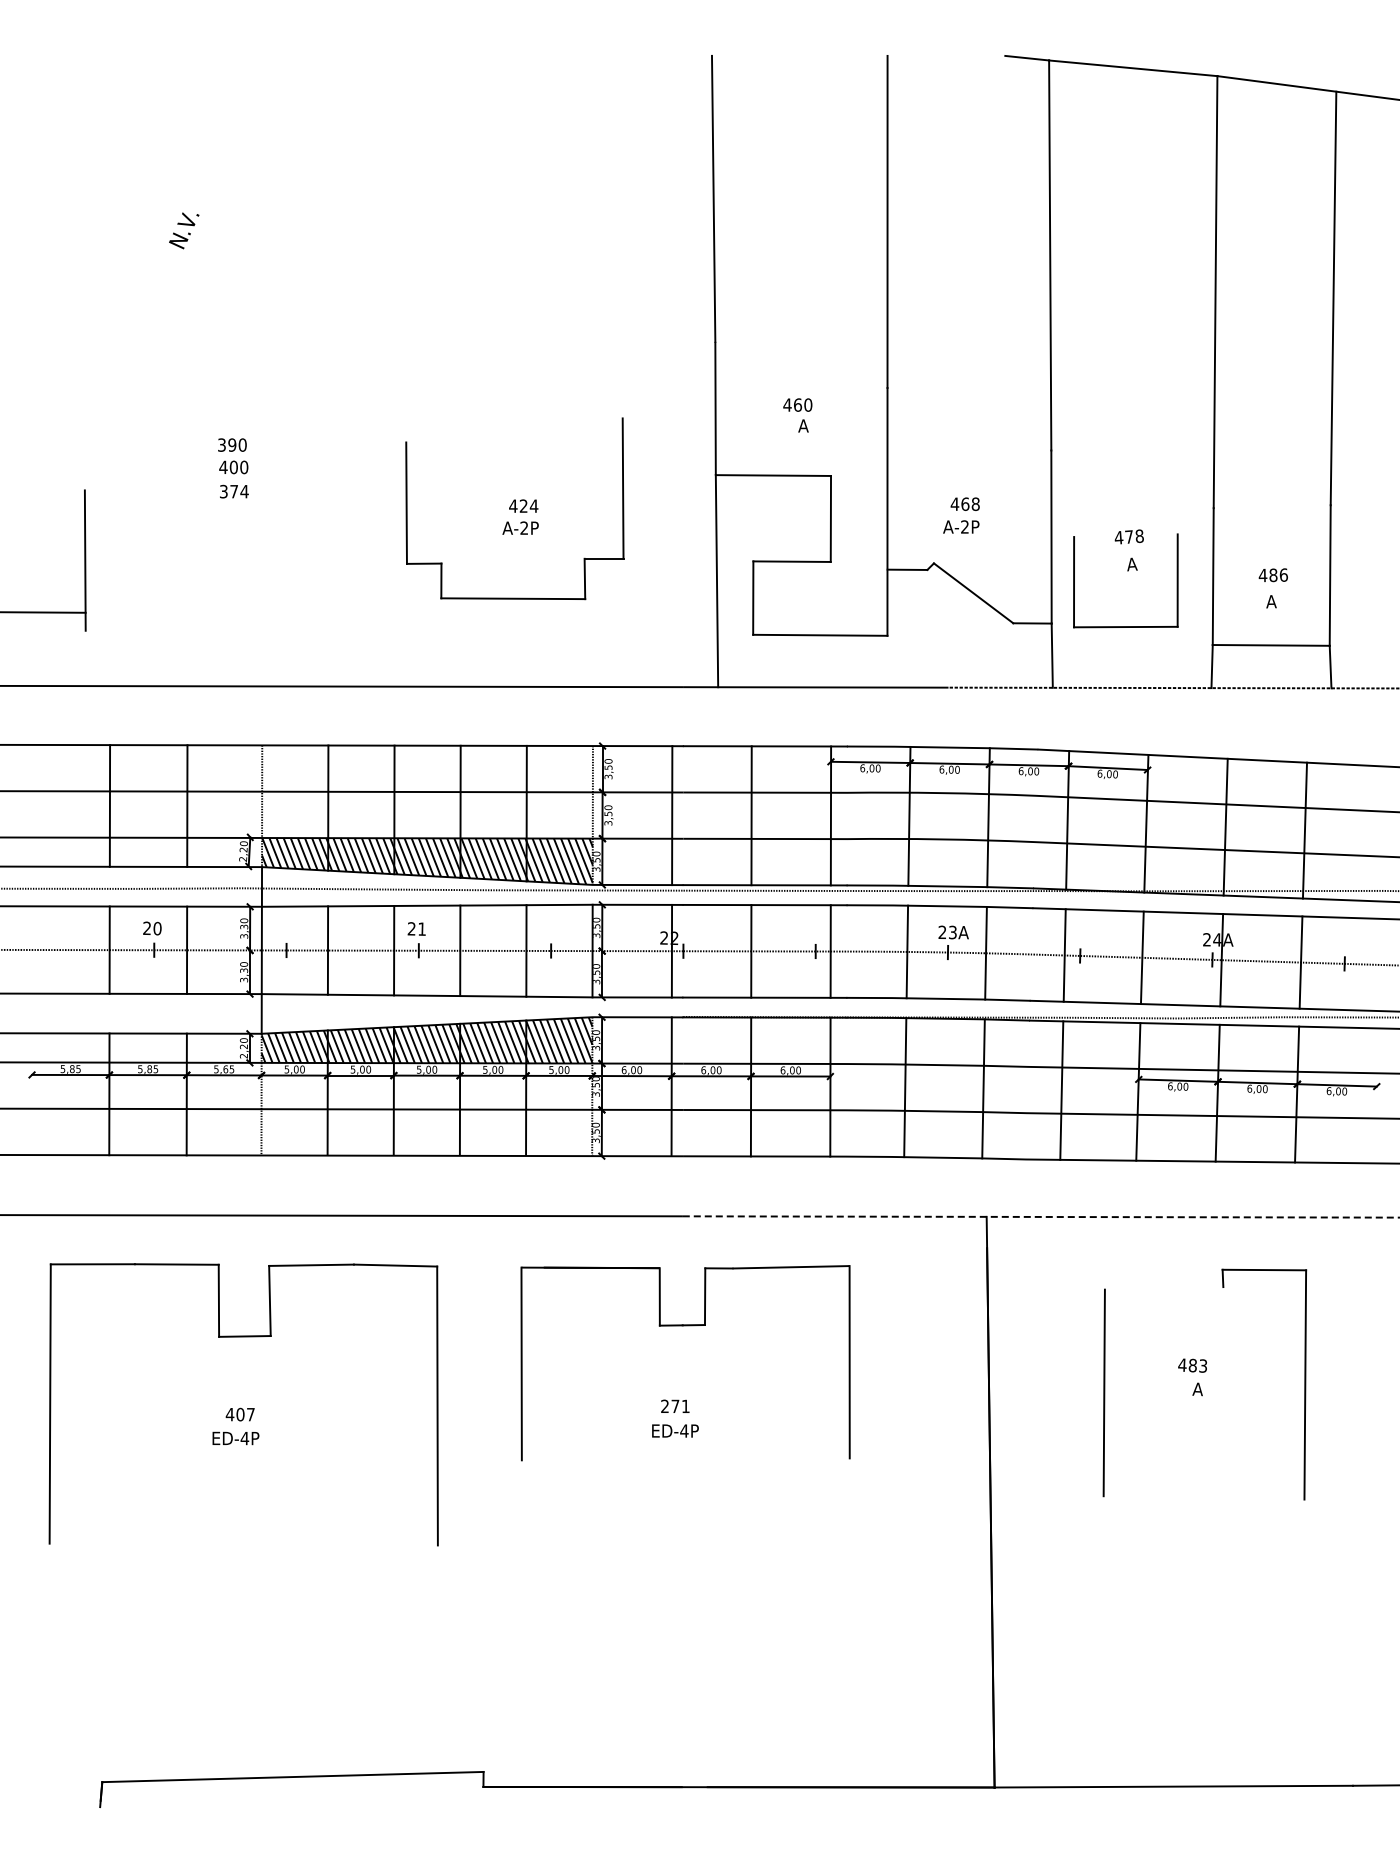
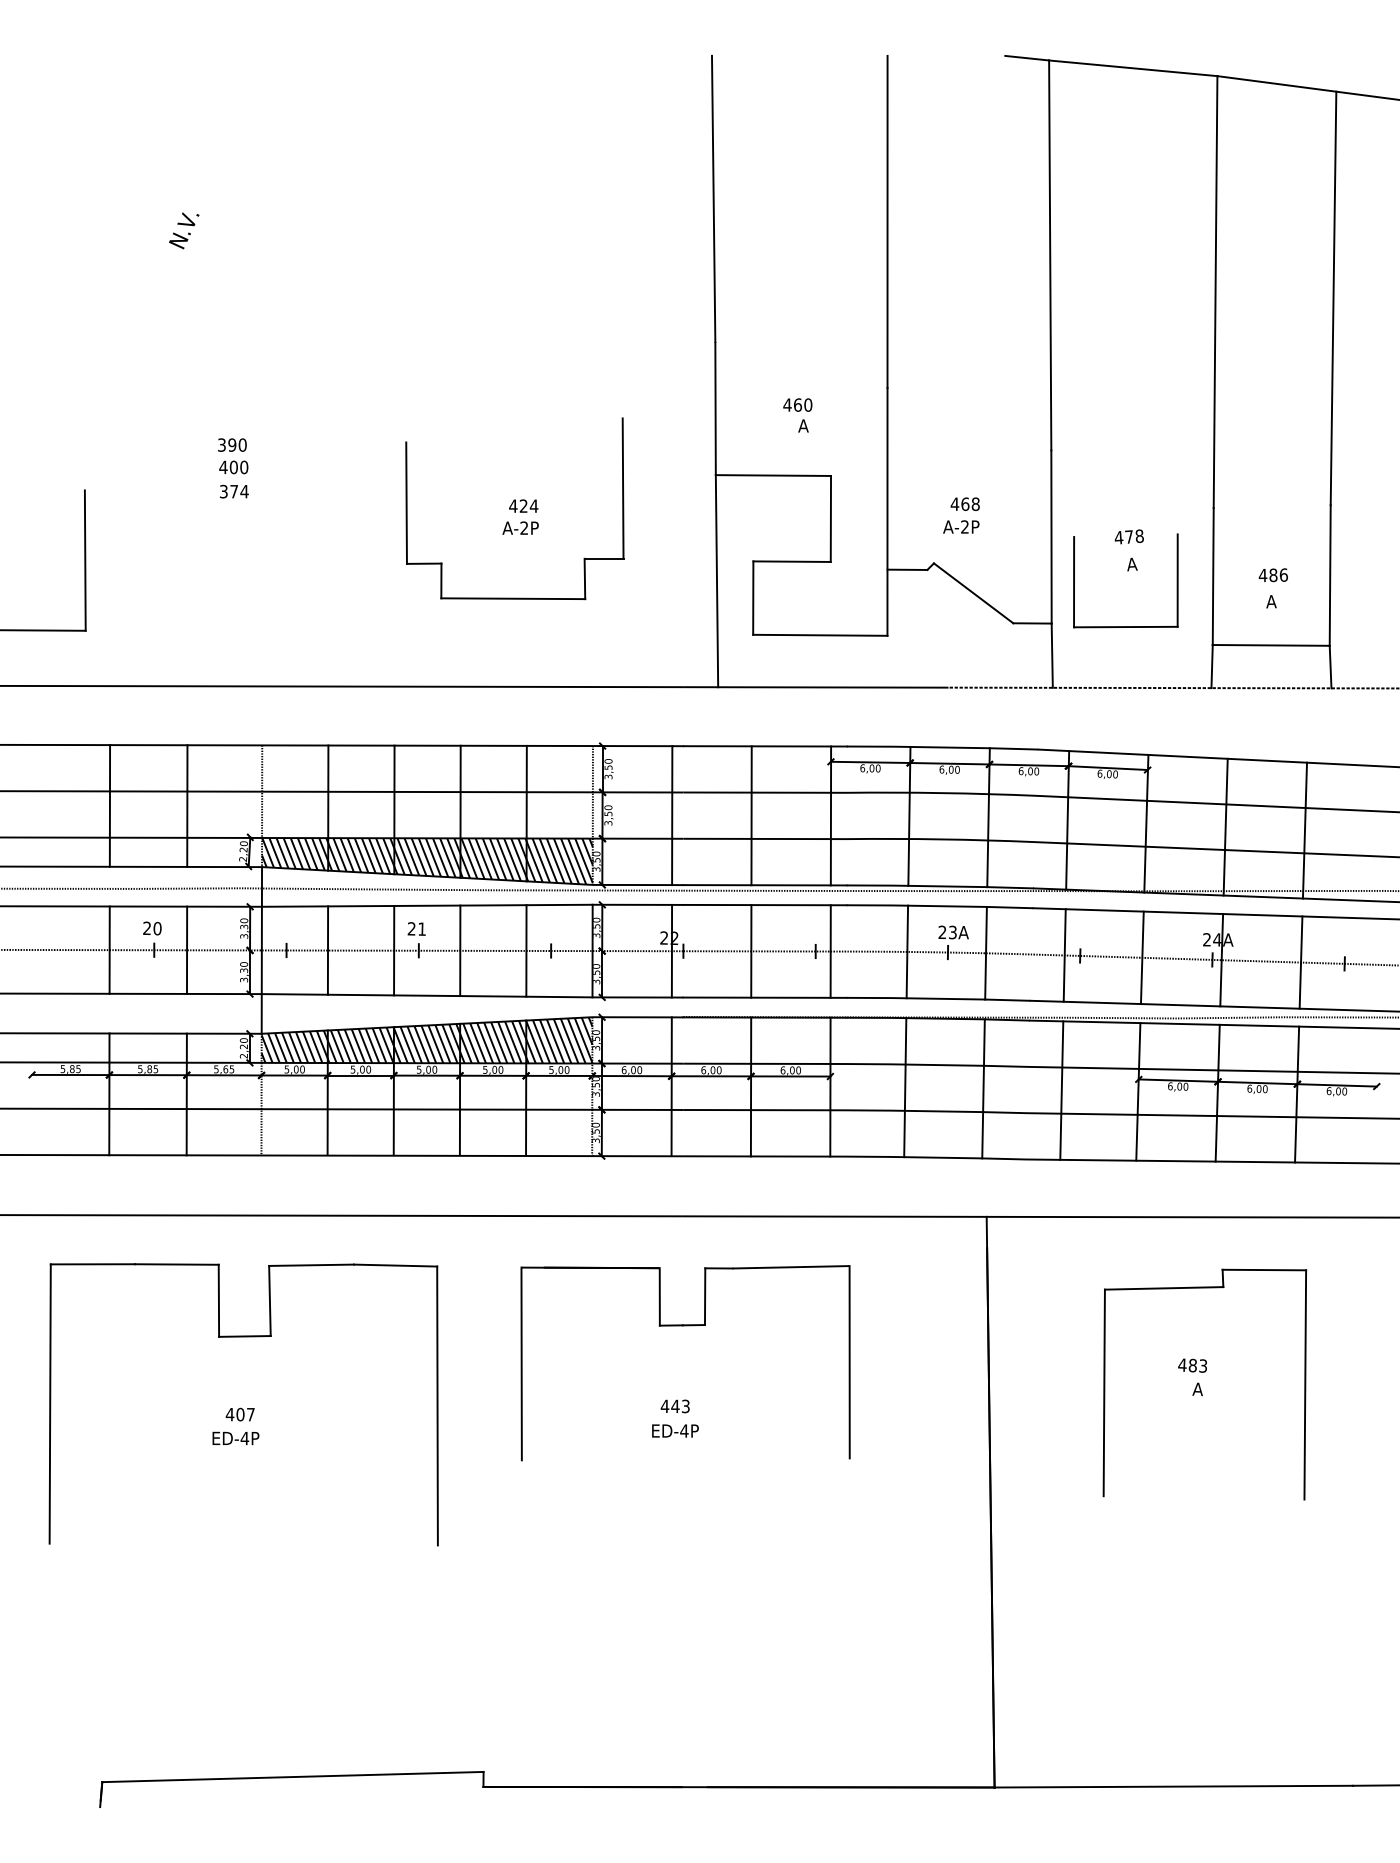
line at (43, 612) position: (43, 612) -> (43, 630)
line at (1040, 1216): dashed -> solid
line at (1163, 1288): none -> present
text at (674, 1406): 271 -> 443
